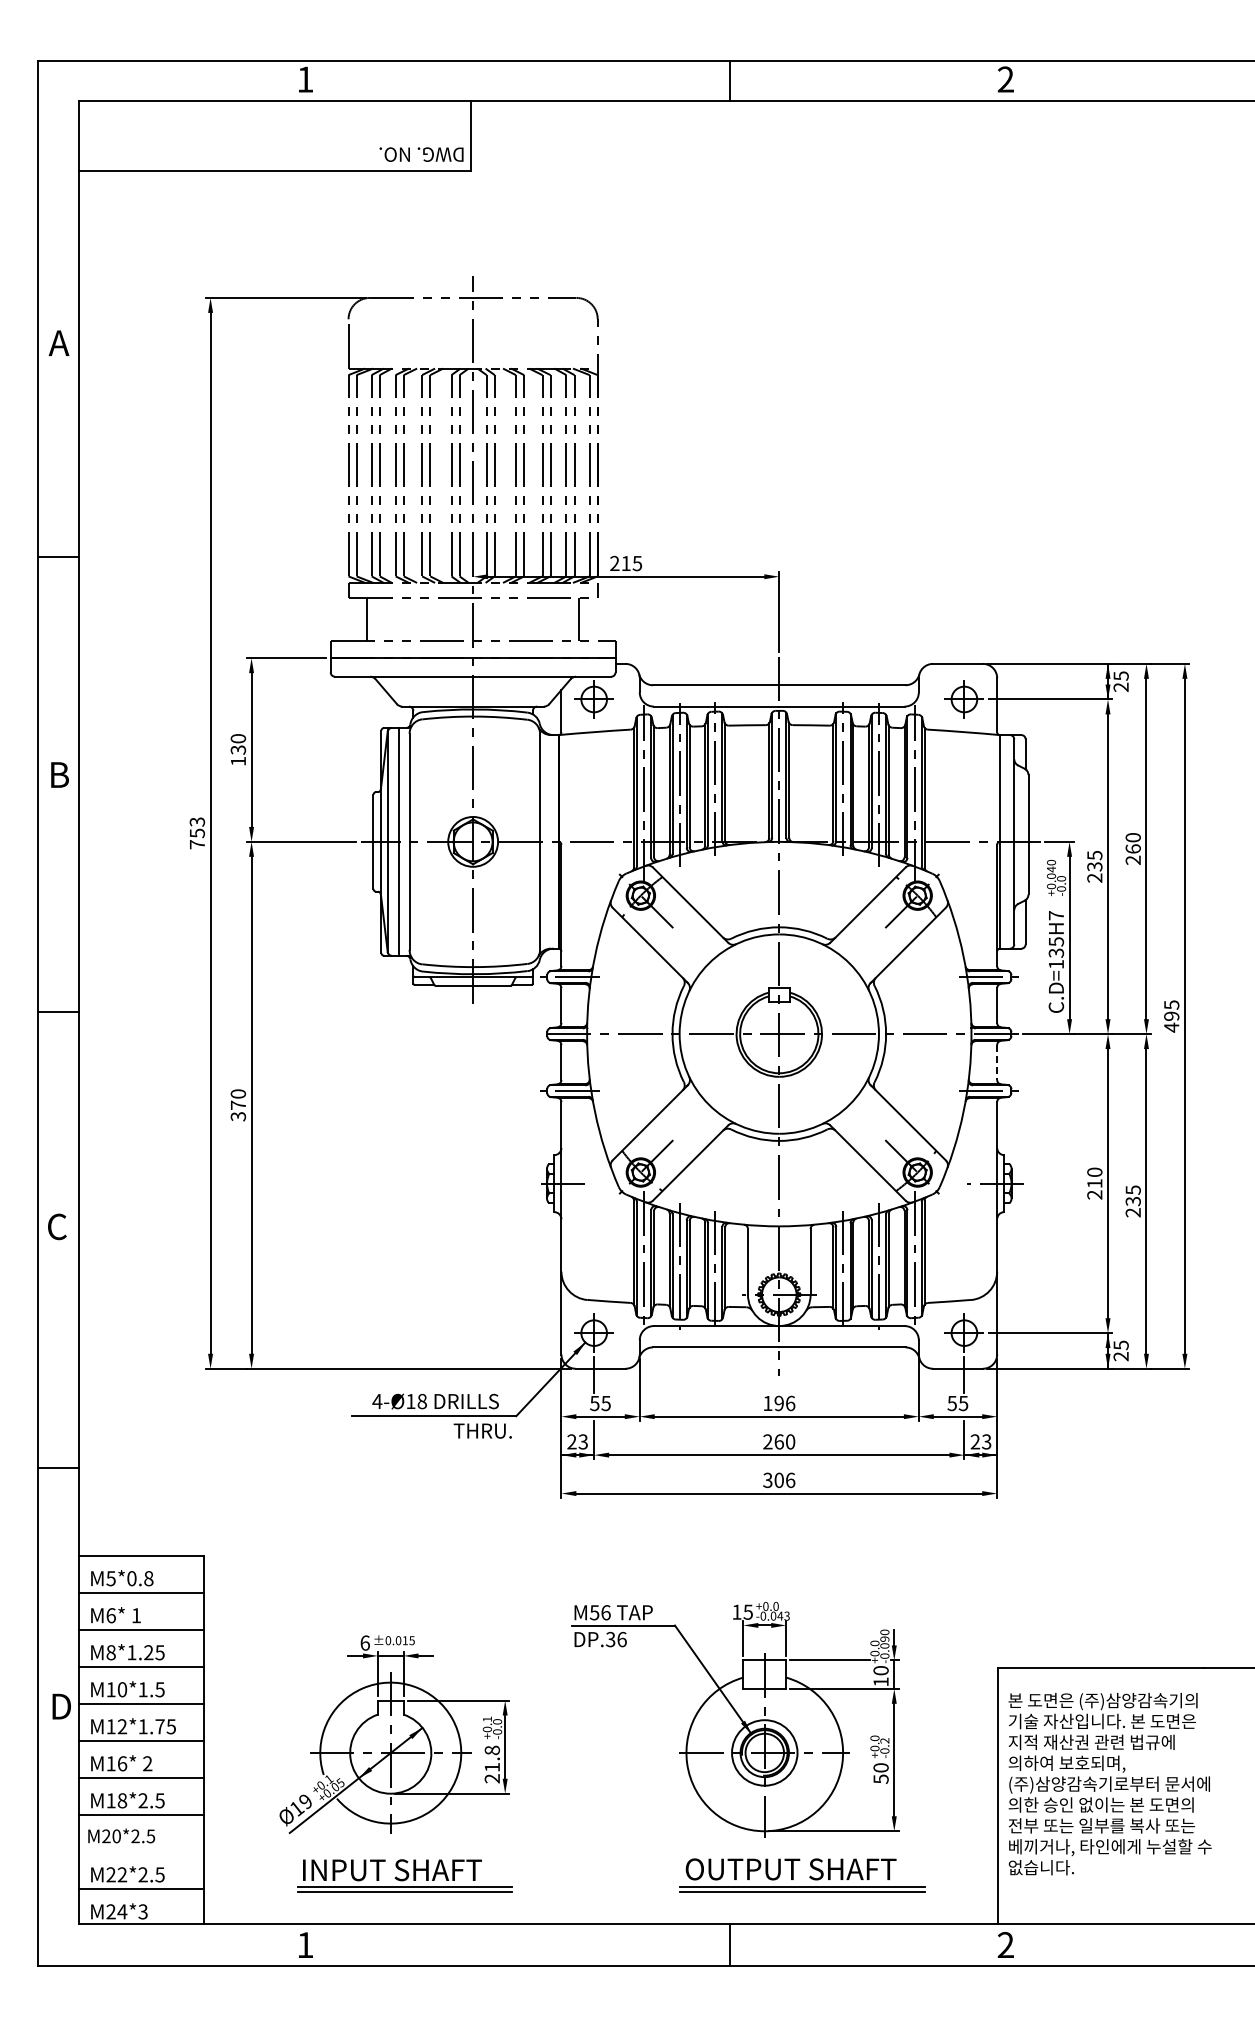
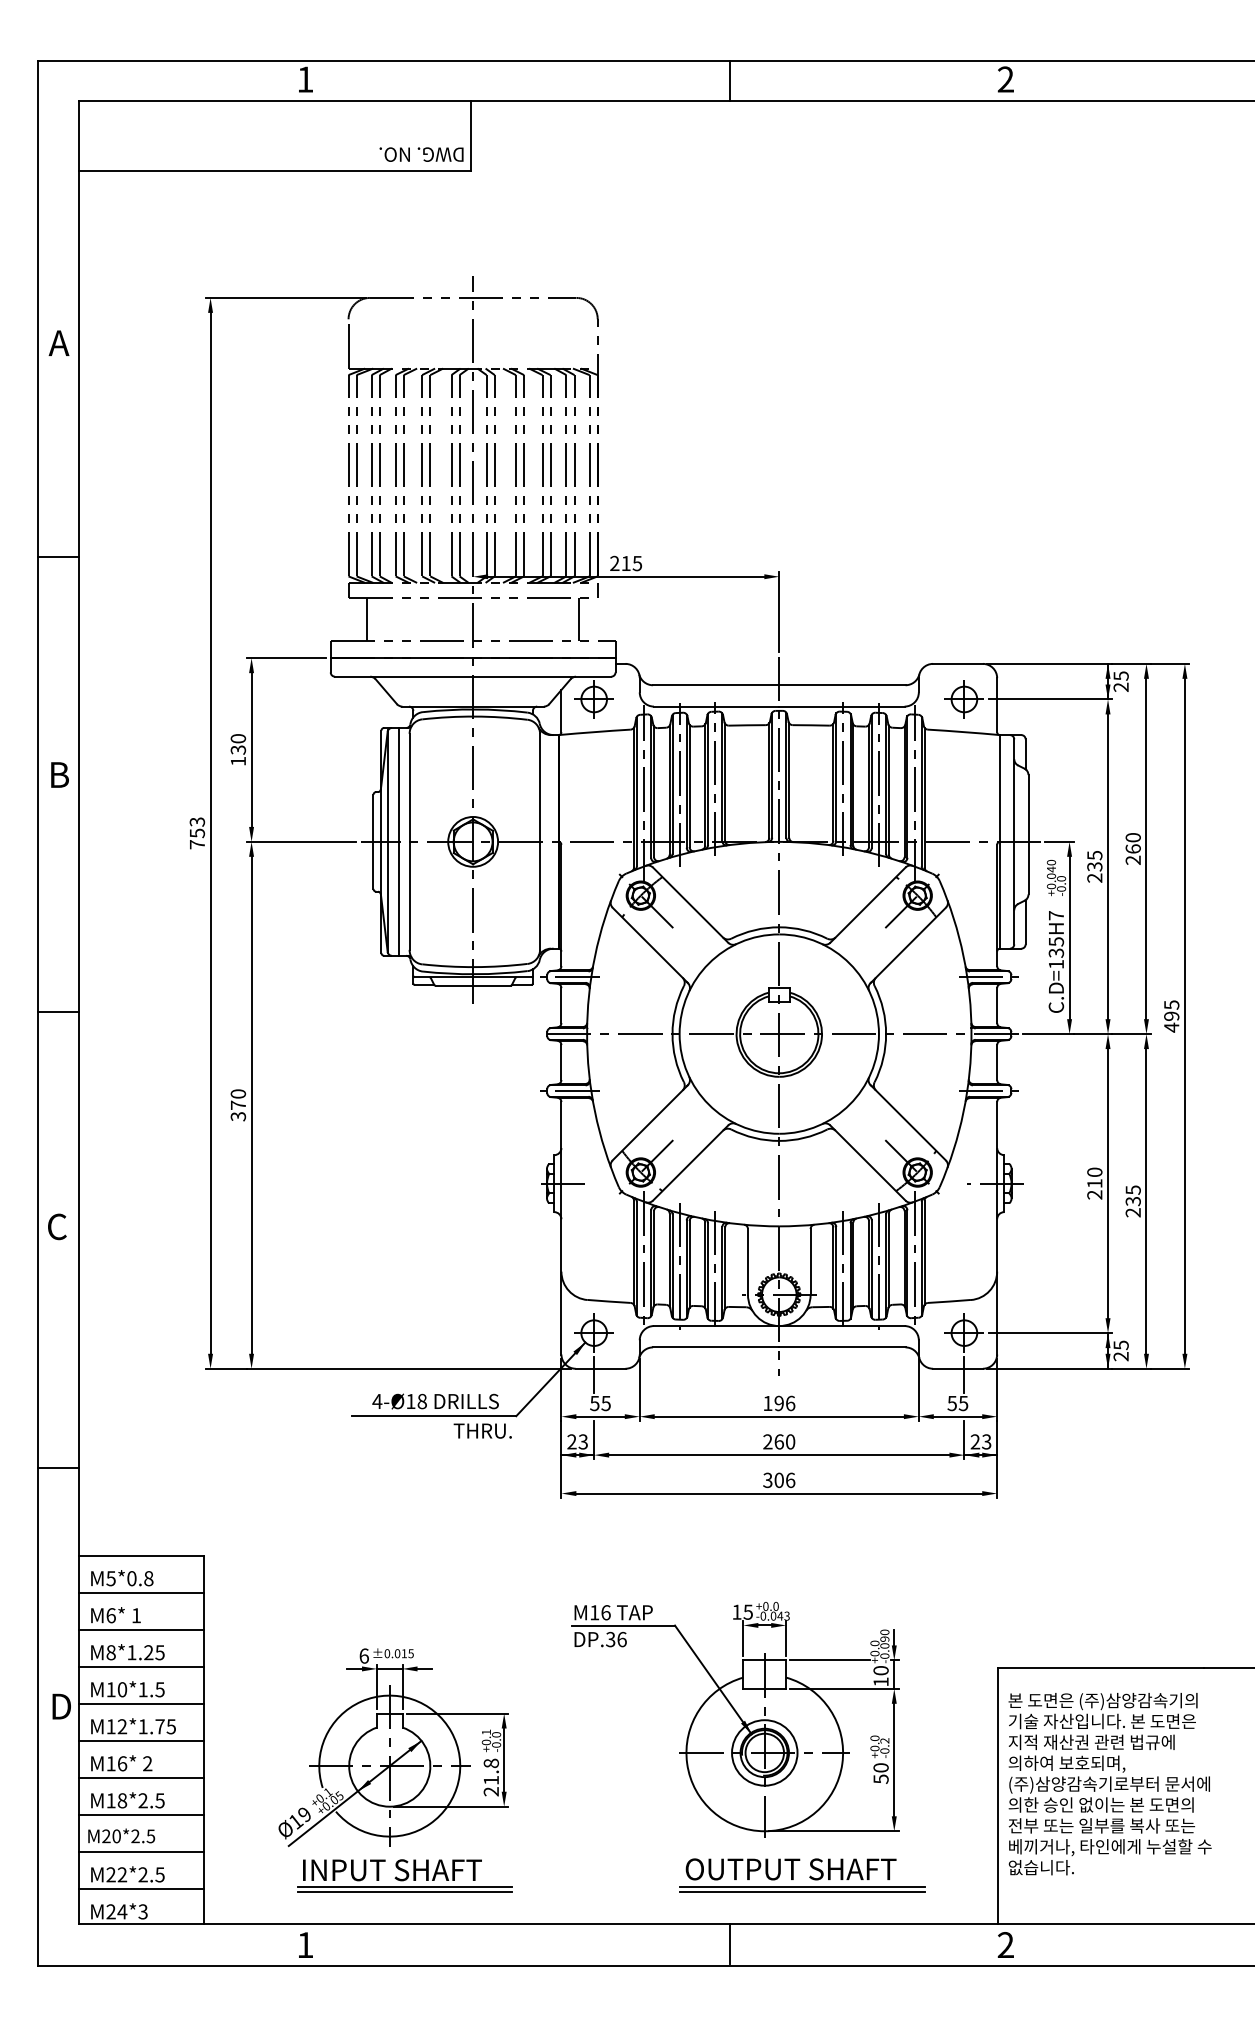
line at (997, 1063): dashed -> solid
text at (594, 1612): M56 -> M16
part at (394, 1734) position: (394, 1734) -> (393, 1747)
line at (140, 1852): none -> present
